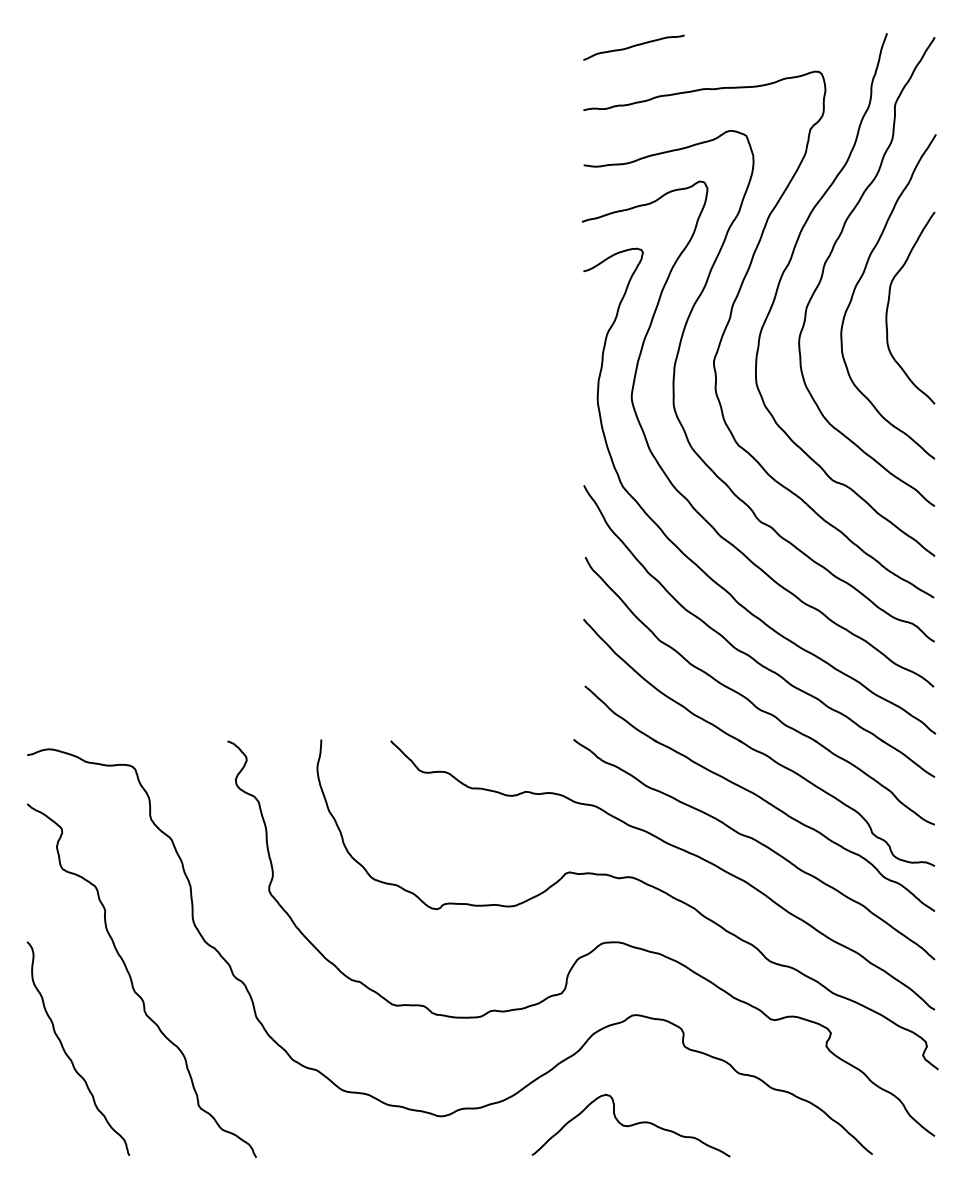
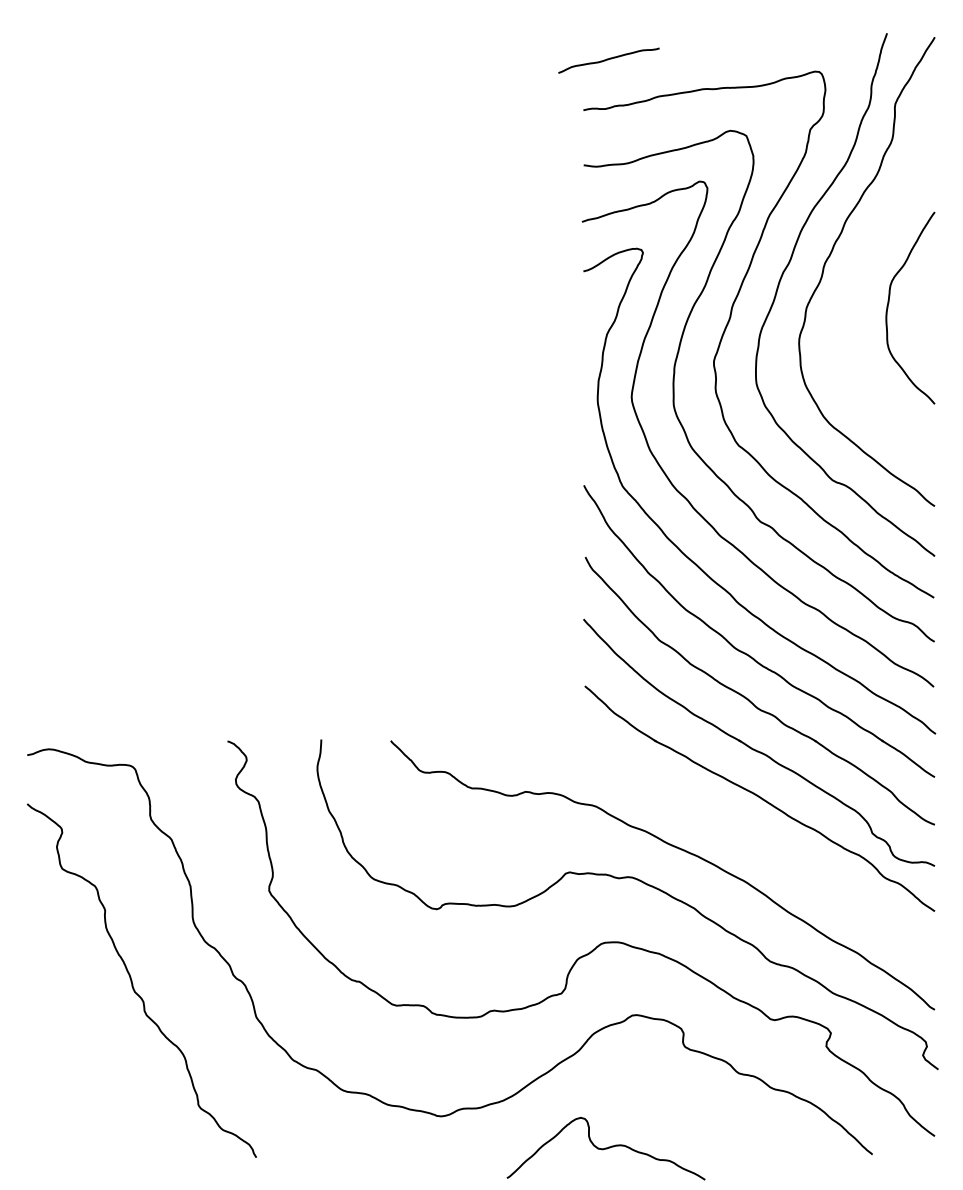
curve at (633, 47) position: (633, 47) -> (608, 60)
curve at (862, 277): present -> none
curve at (758, 843): present -> none
curve at (69, 1056): present -> none
curve at (630, 1125) position: (630, 1125) -> (605, 1148)
